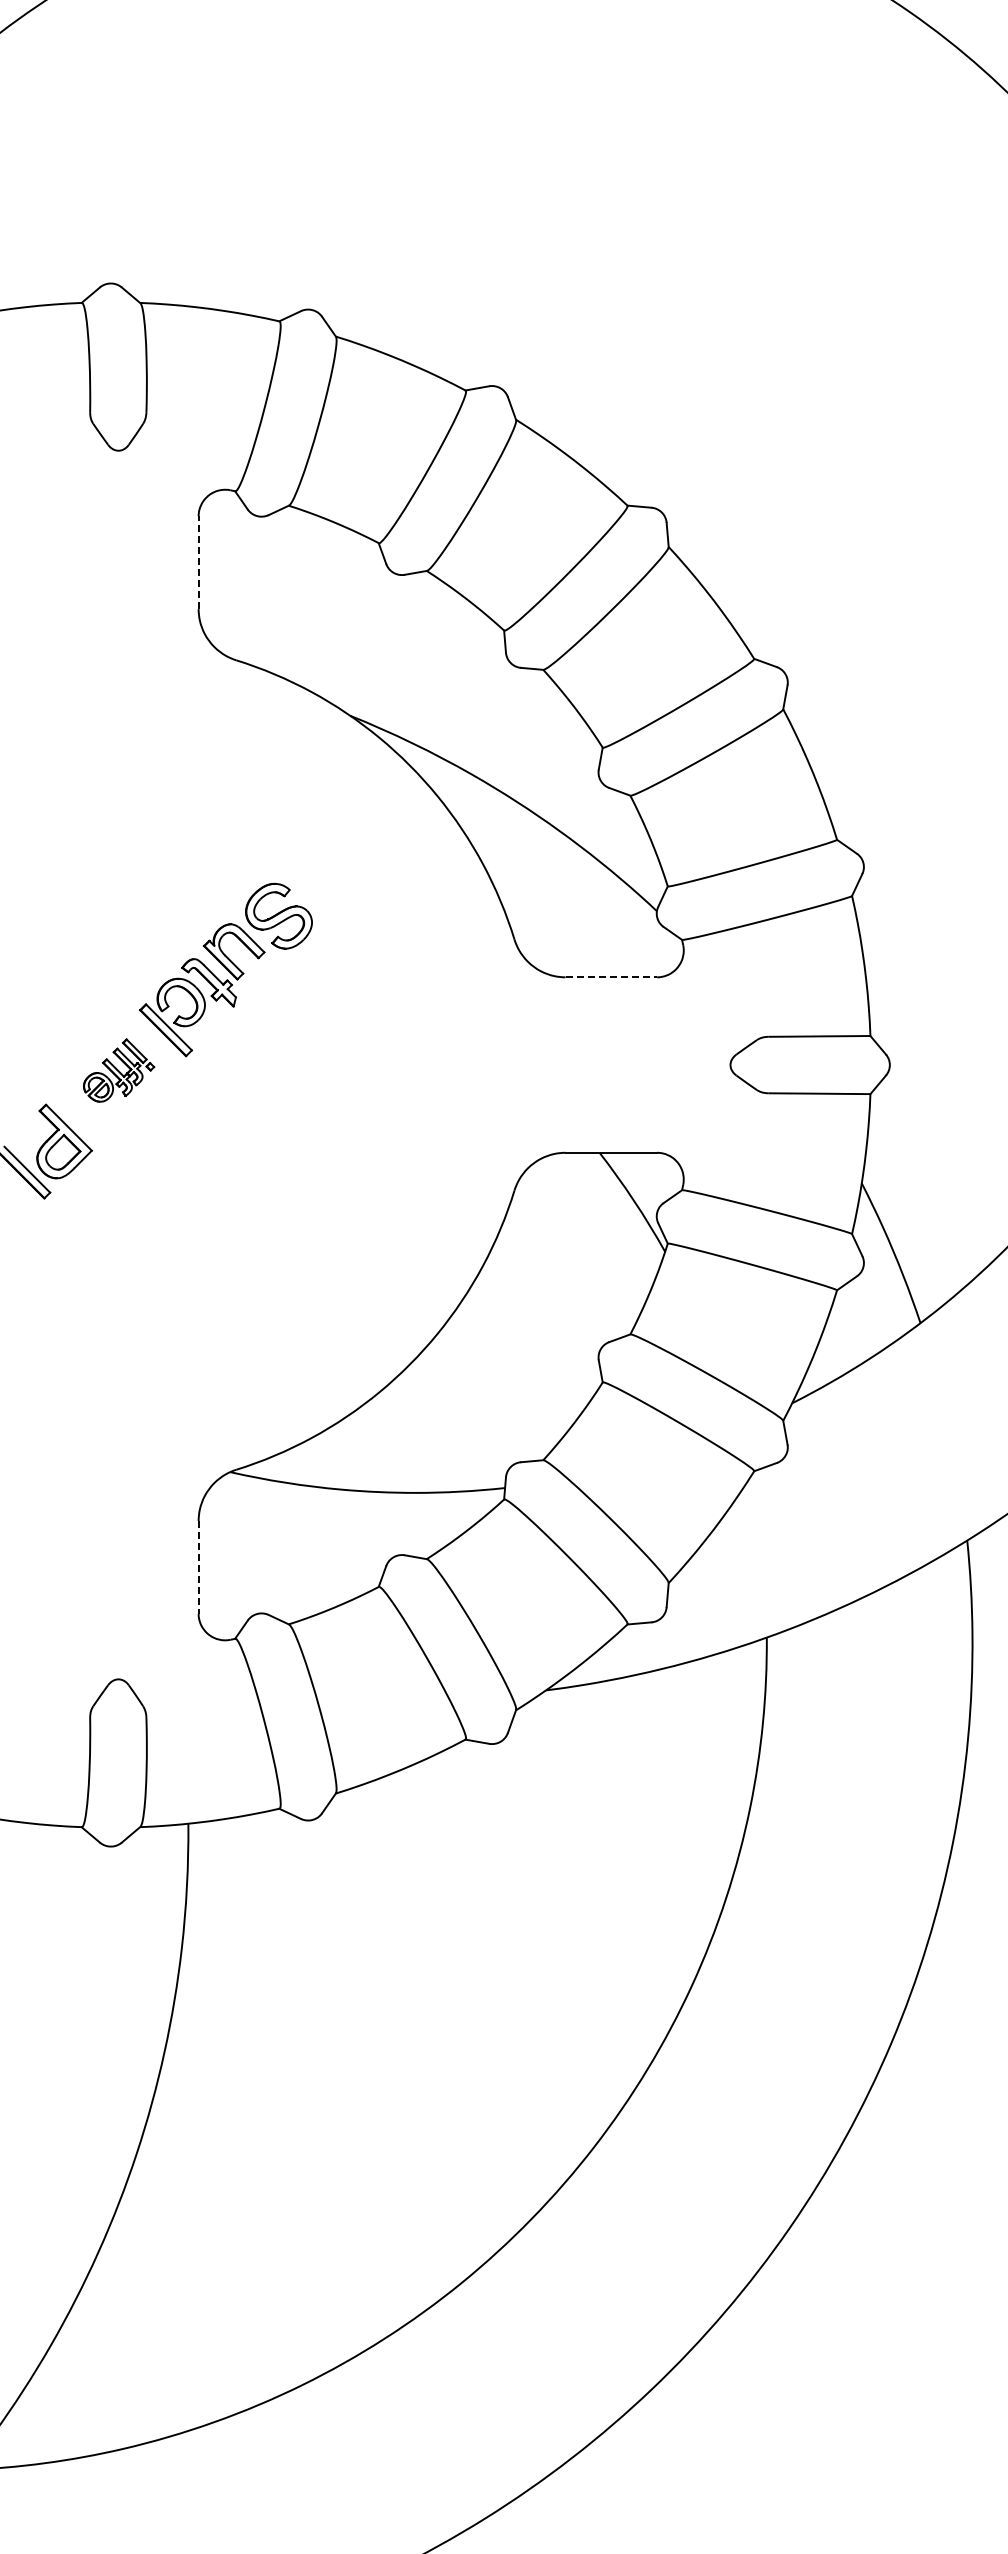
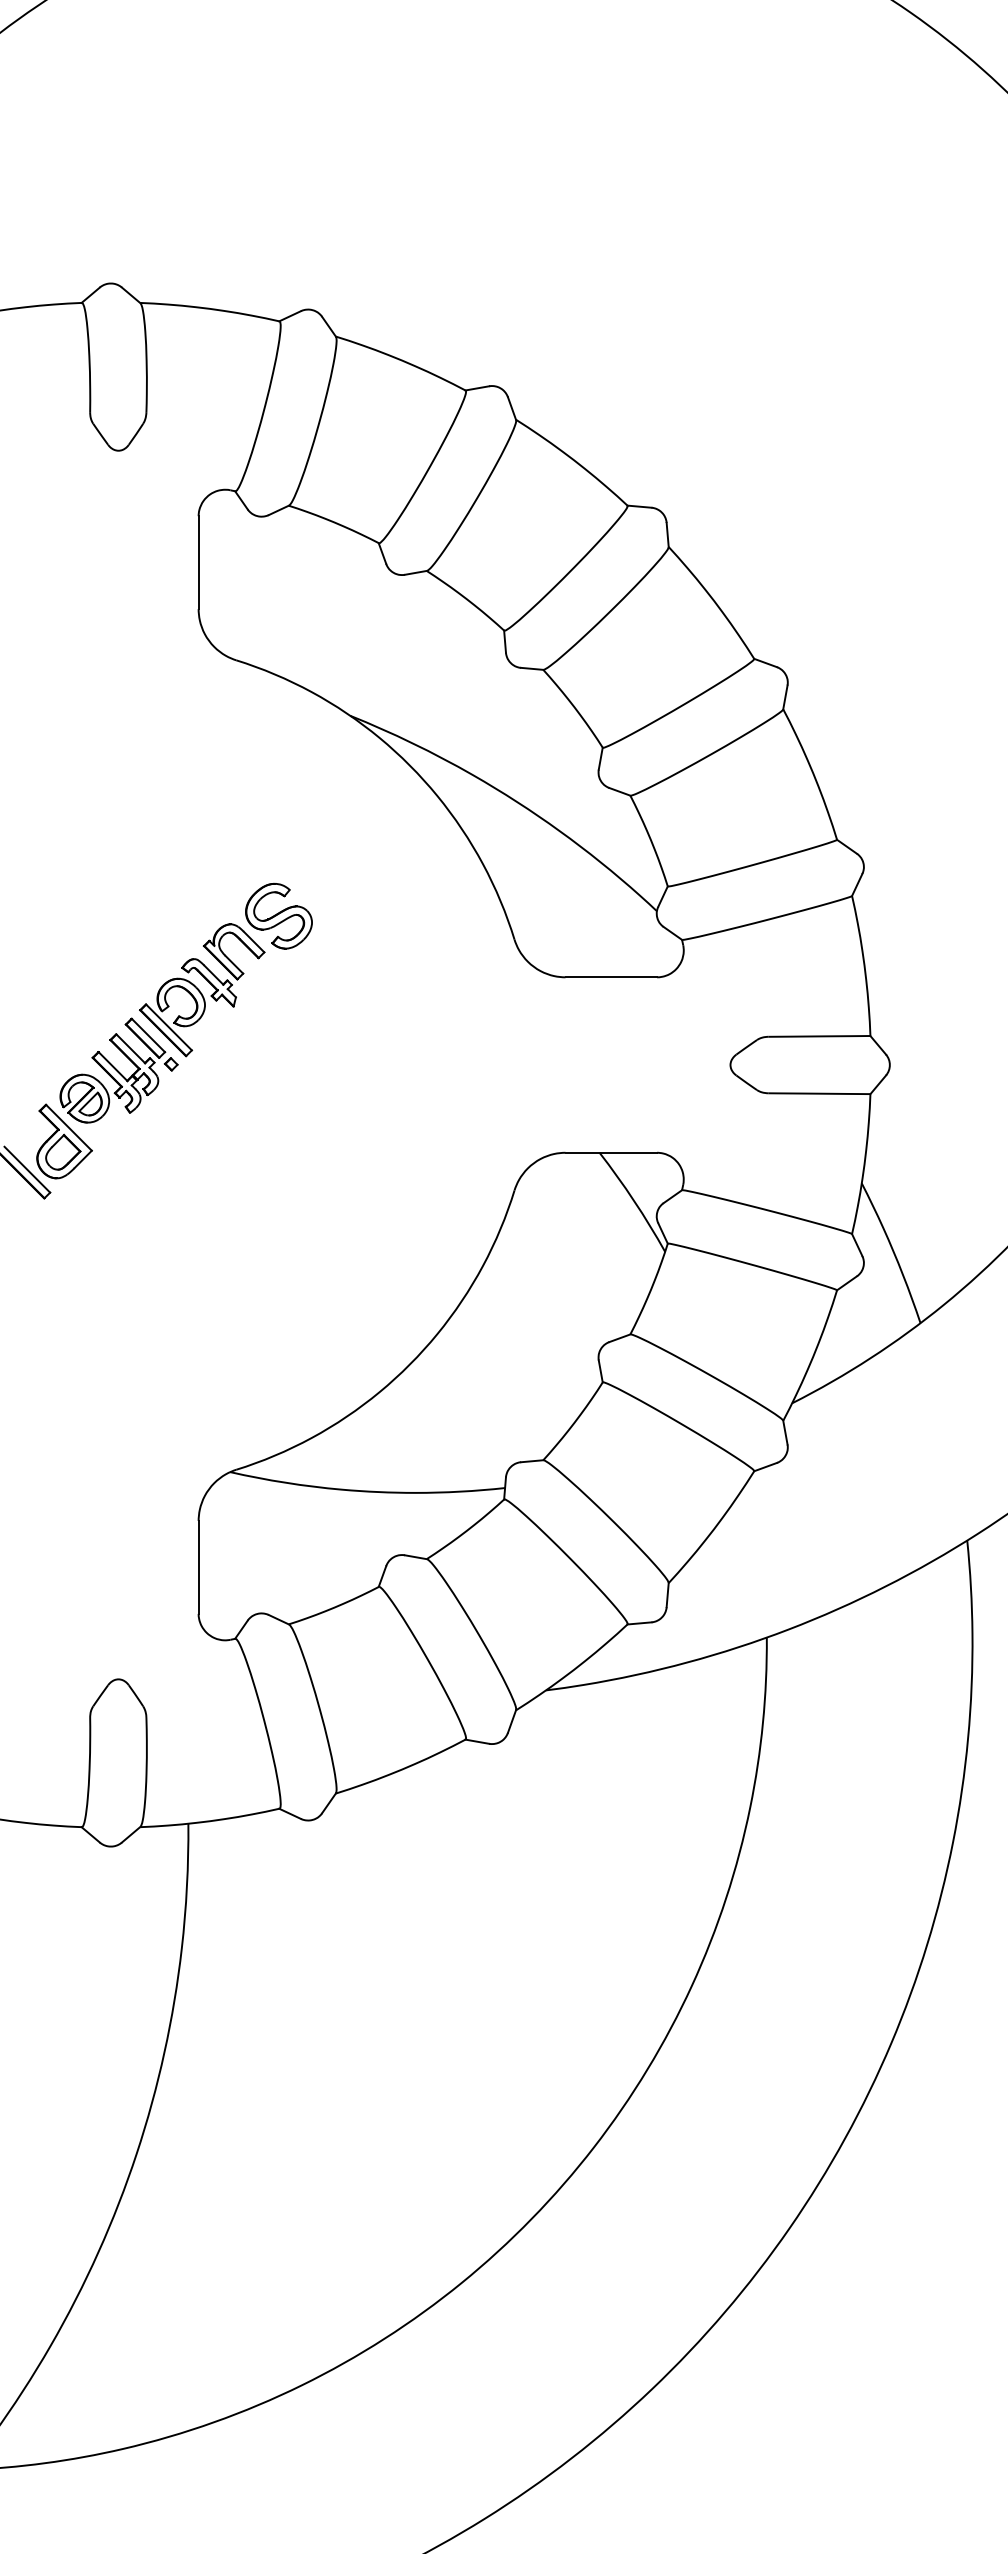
line at (198, 562): dashed -> solid
line at (611, 977): dashed -> solid
part at (119, 1070) size: 73x65 px -> 120x107 px
line at (198, 1567): dashed -> solid
